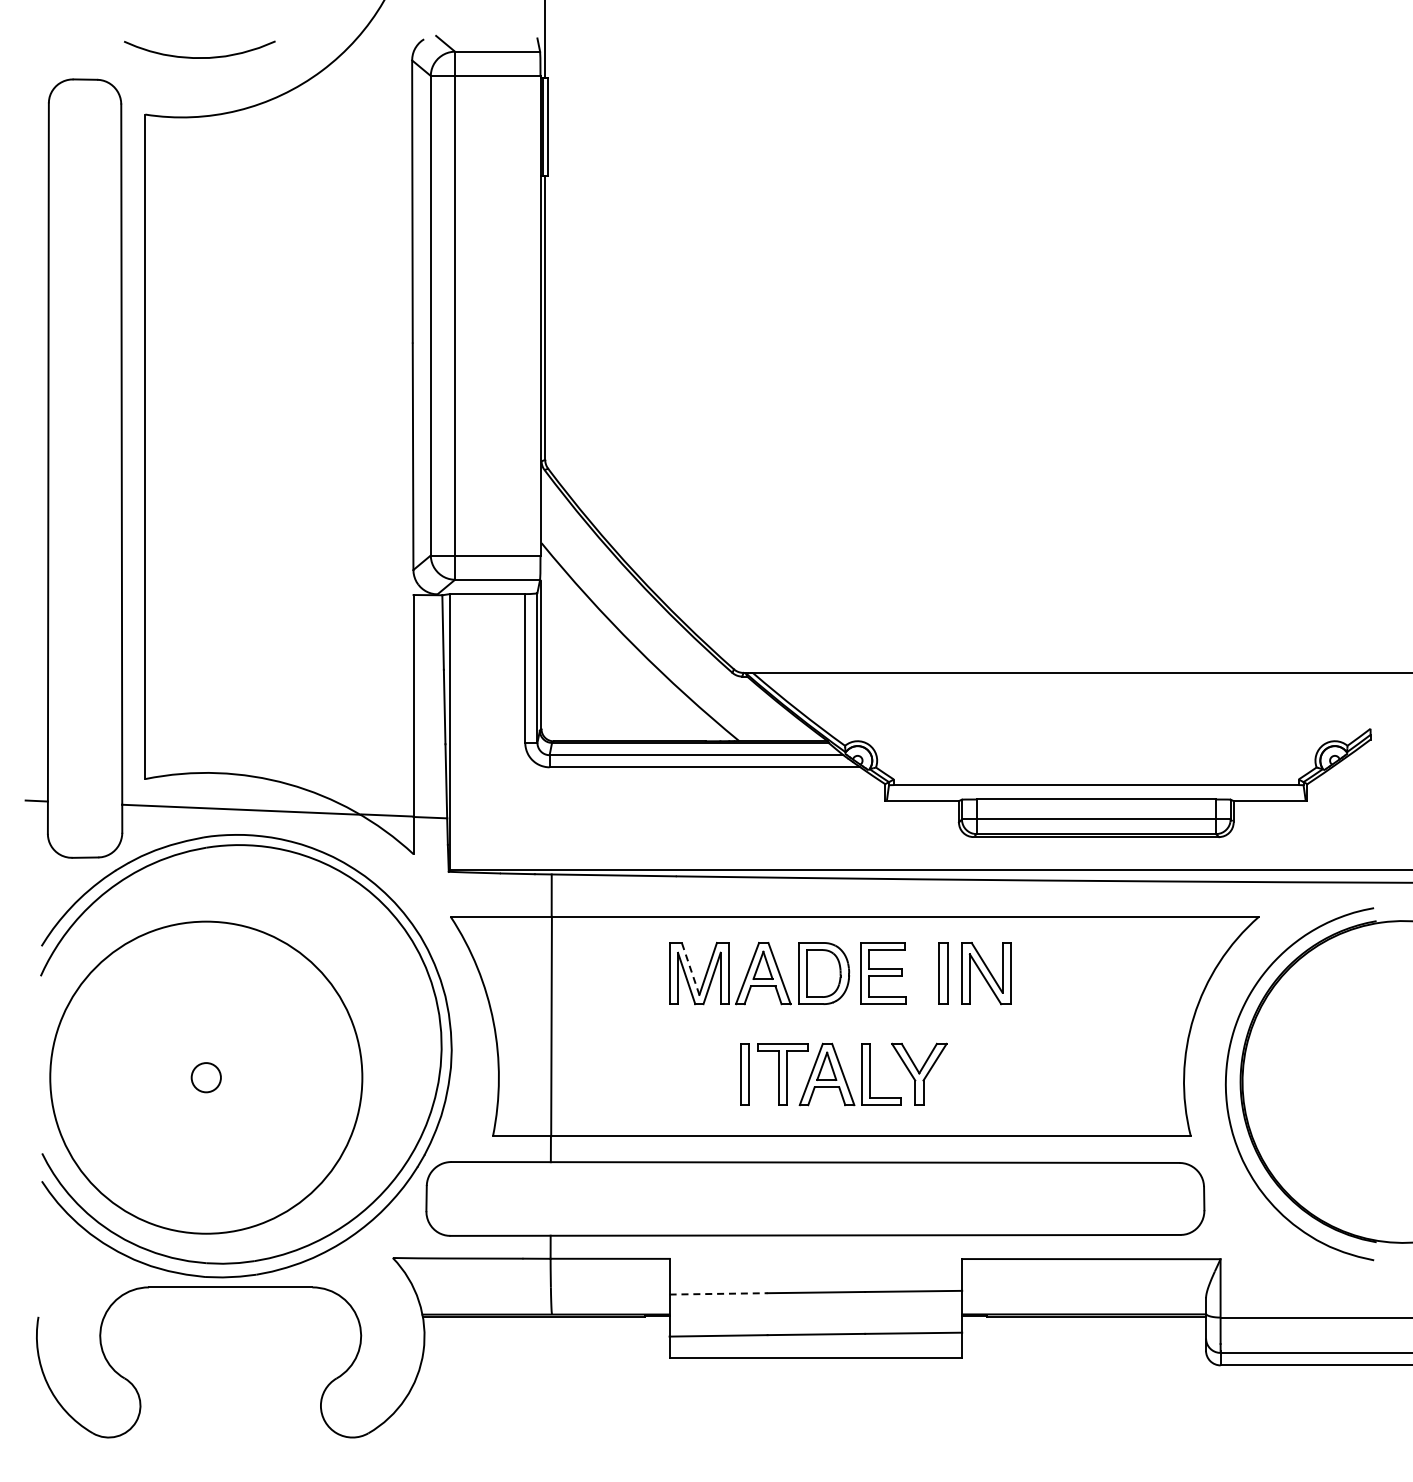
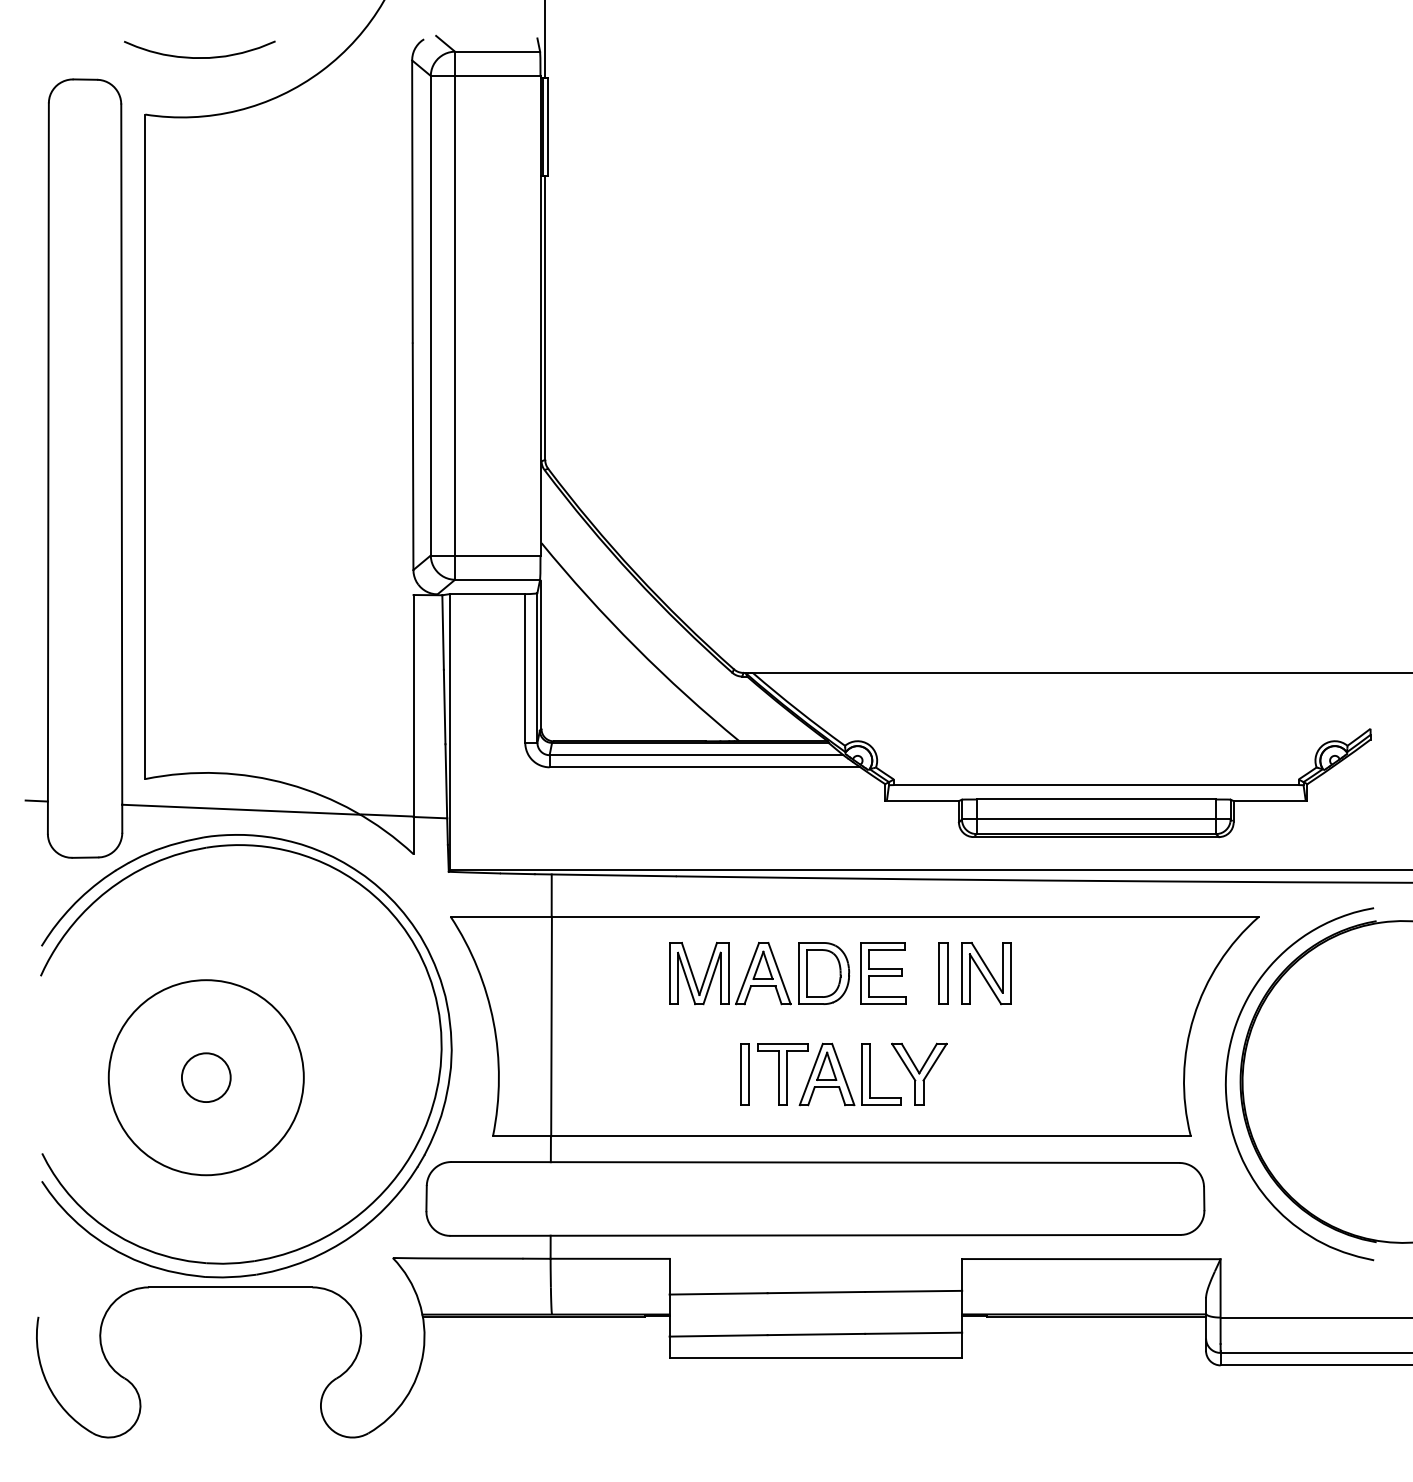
line at (690, 968): dashed -> solid
circle at (205, 1077) diameter: 29 px -> 49 px
circle at (206, 1077) diameter: 312 px -> 195 px
line at (719, 1293): dashed -> solid
